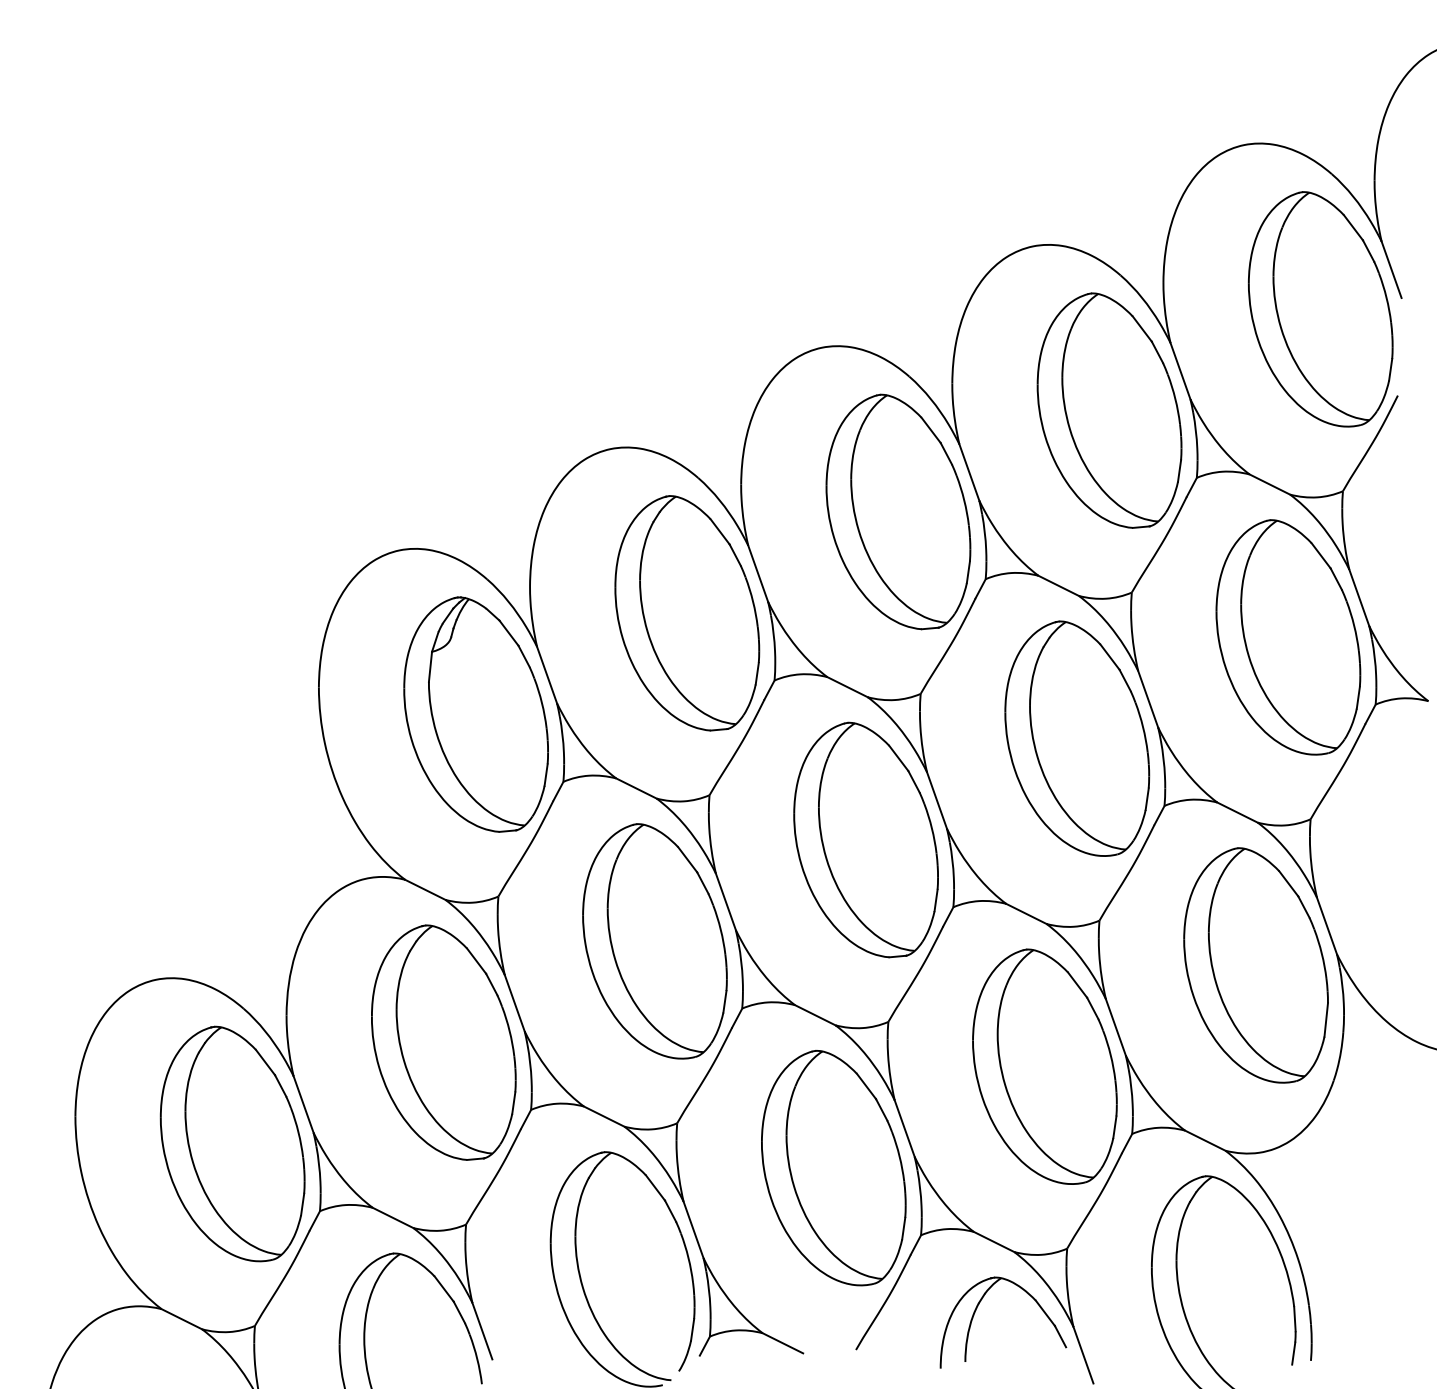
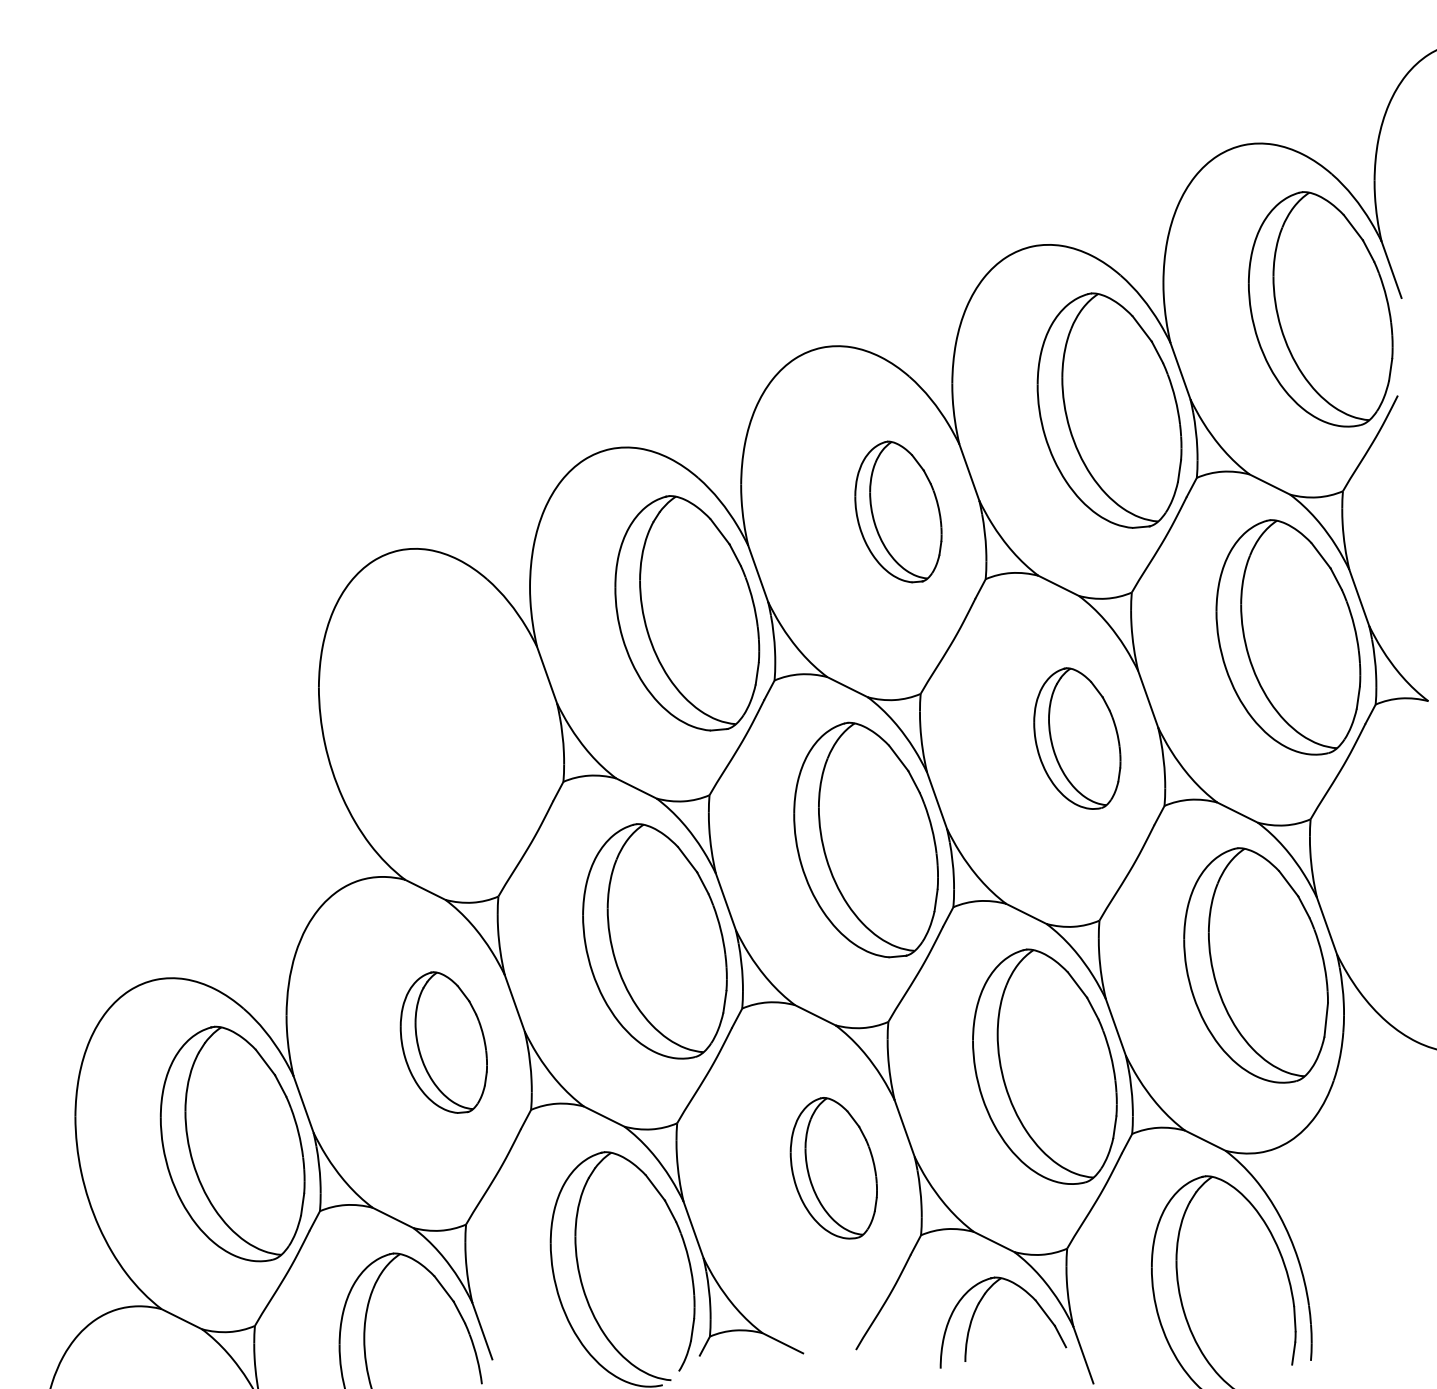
part at (898, 511) size: 147x238 px -> 89x144 px
part at (475, 714): present -> none
part at (1077, 738) size: 147x237 px -> 89x143 px
part at (443, 1042) size: 146x237 px -> 89x143 px
part at (833, 1168) size: 146x237 px -> 89x143 px
